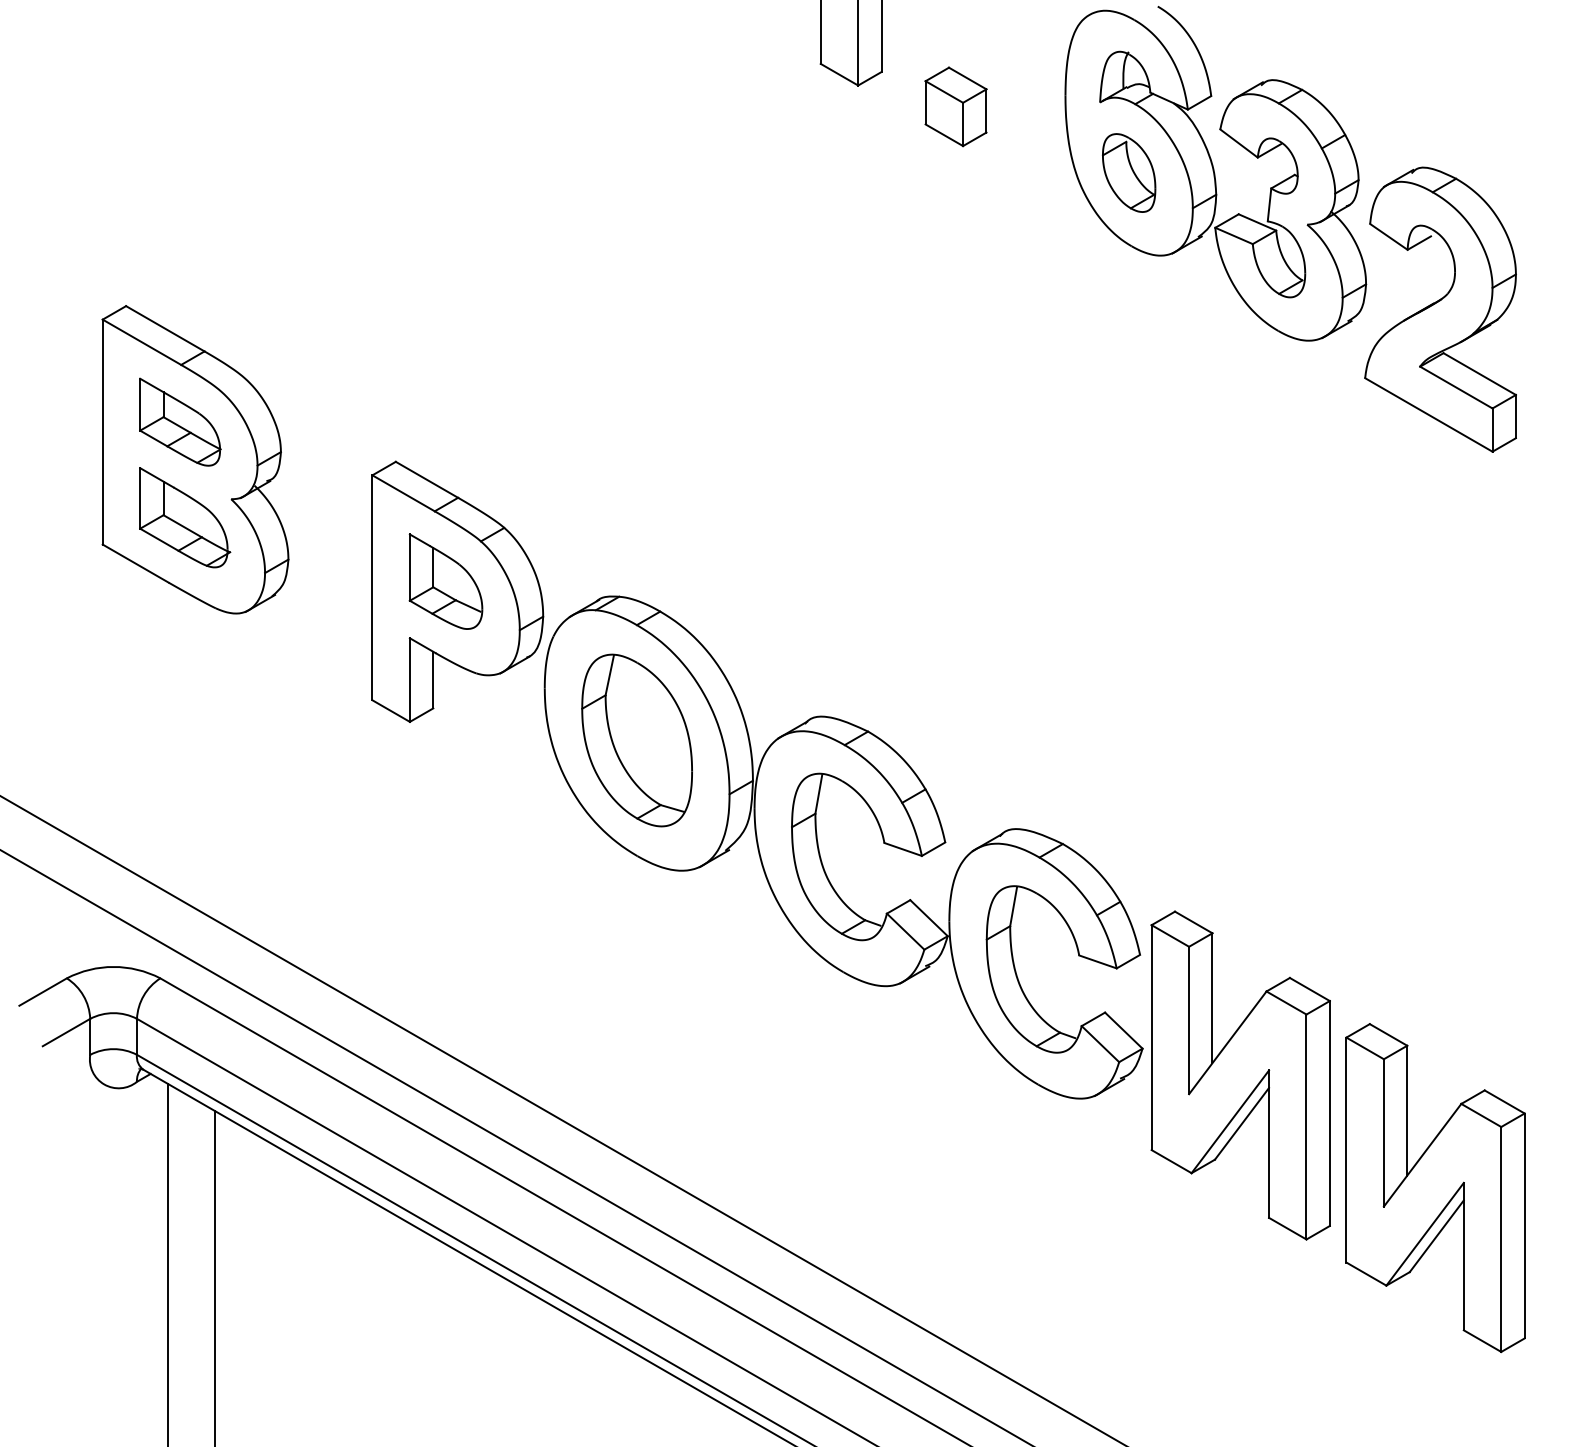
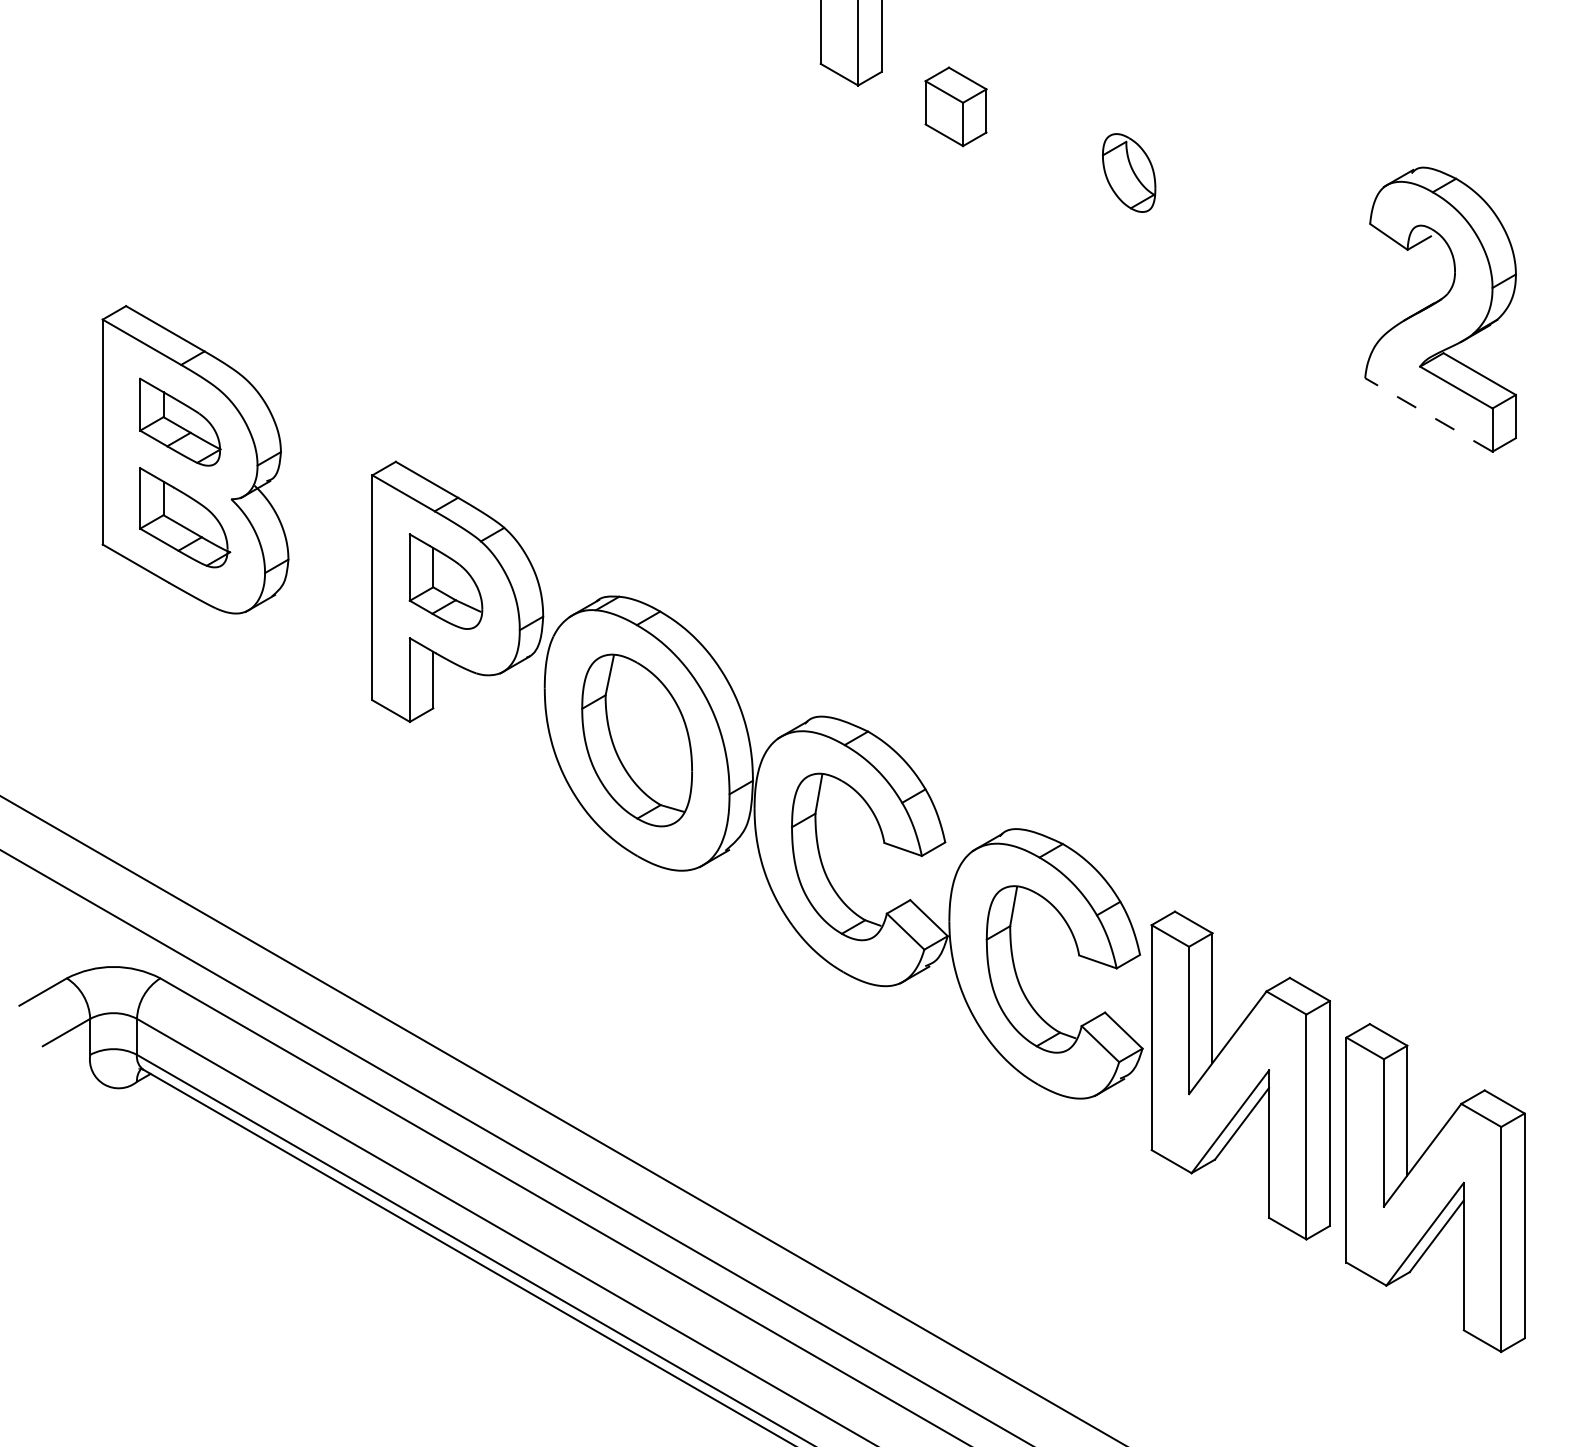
part at (1215, 173): present -> none
line at (1428, 414): solid -> dashed
line at (168, 1263): present -> none
line at (214, 1277): present -> none
